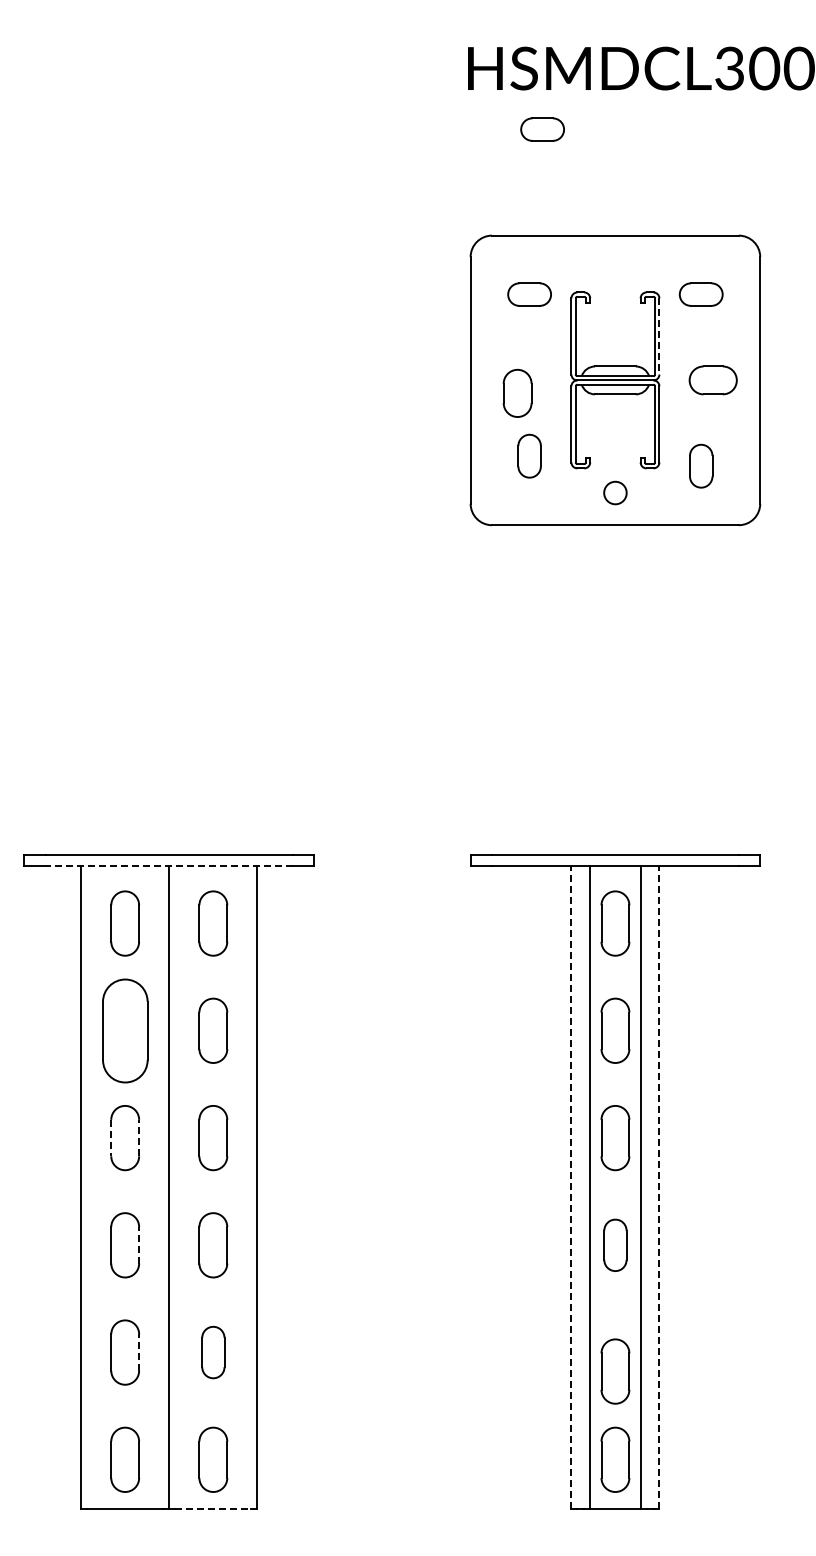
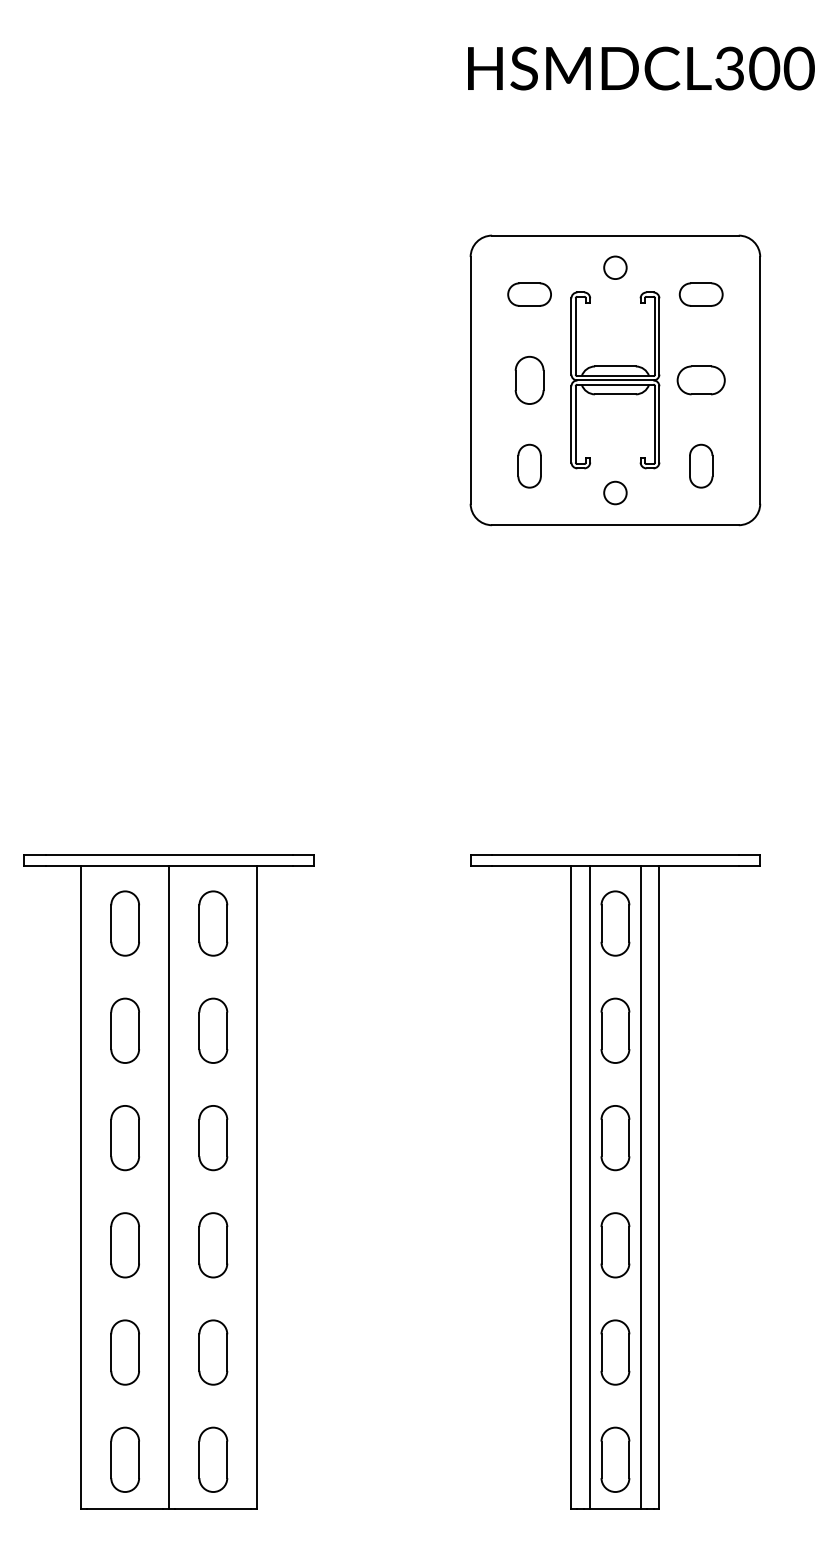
part at (542, 129): present -> none
circle at (615, 267): none -> present
line at (659, 336): dashed -> solid
part at (712, 380) position: (712, 380) -> (700, 380)
part at (517, 392) position: (517, 392) -> (529, 379)
part at (529, 455) position: (529, 455) -> (529, 465)
line at (168, 865): dashed -> solid
part at (125, 1030) size: 47x106 px -> 30x67 px
line at (139, 1137): dashed -> solid
line at (111, 1138): dashed -> solid
line at (571, 1187): dashed -> solid
line at (659, 1187): dashed -> solid
line at (139, 1244): dashed -> solid
part at (615, 1244) size: 25x54 px -> 31x67 px
line at (139, 1352): dashed -> solid
part at (213, 1352) size: 25x55 px -> 31x67 px
part at (615, 1371) position: (615, 1371) -> (615, 1352)
line at (213, 1509): dashed -> solid
